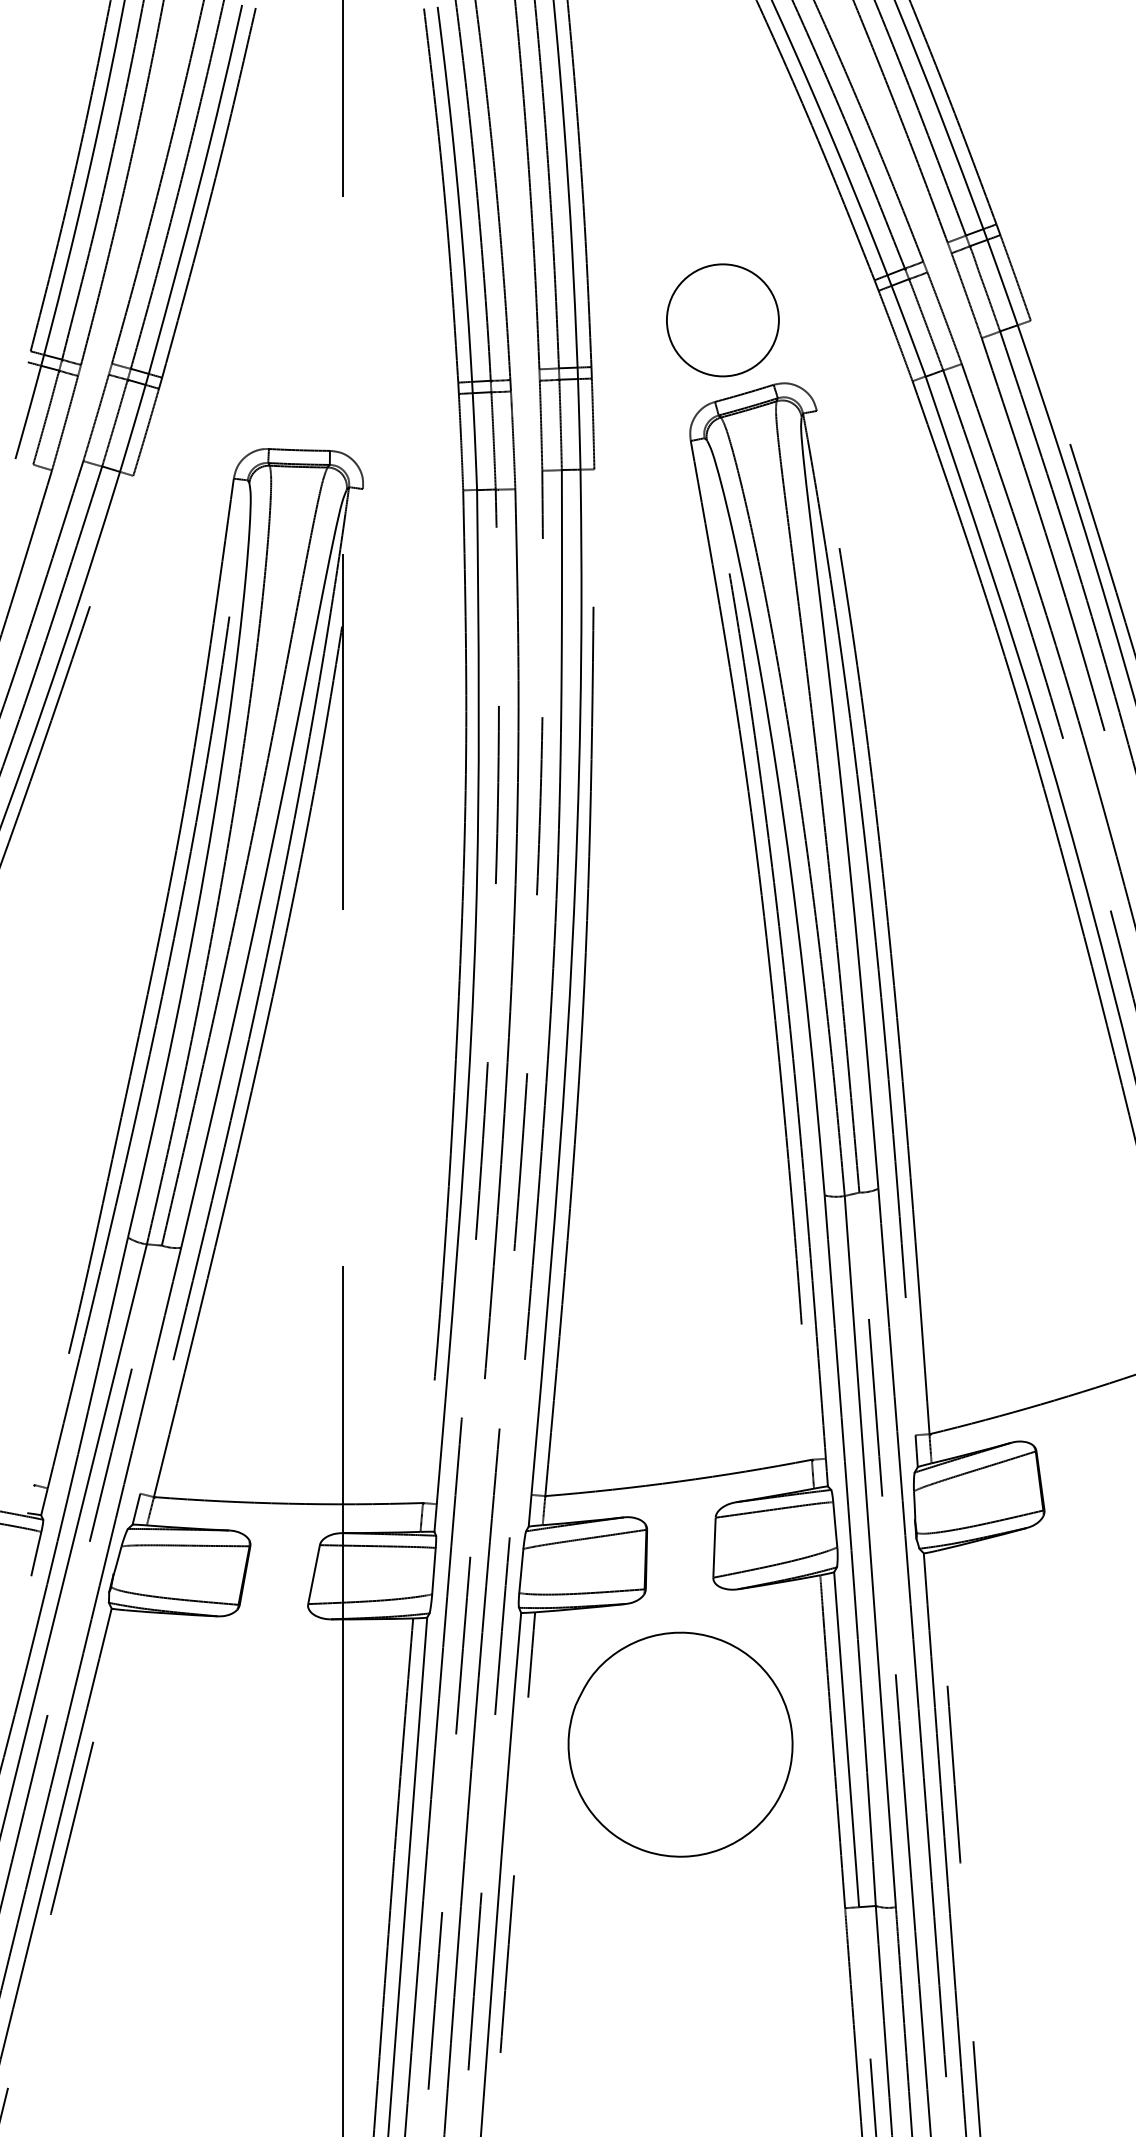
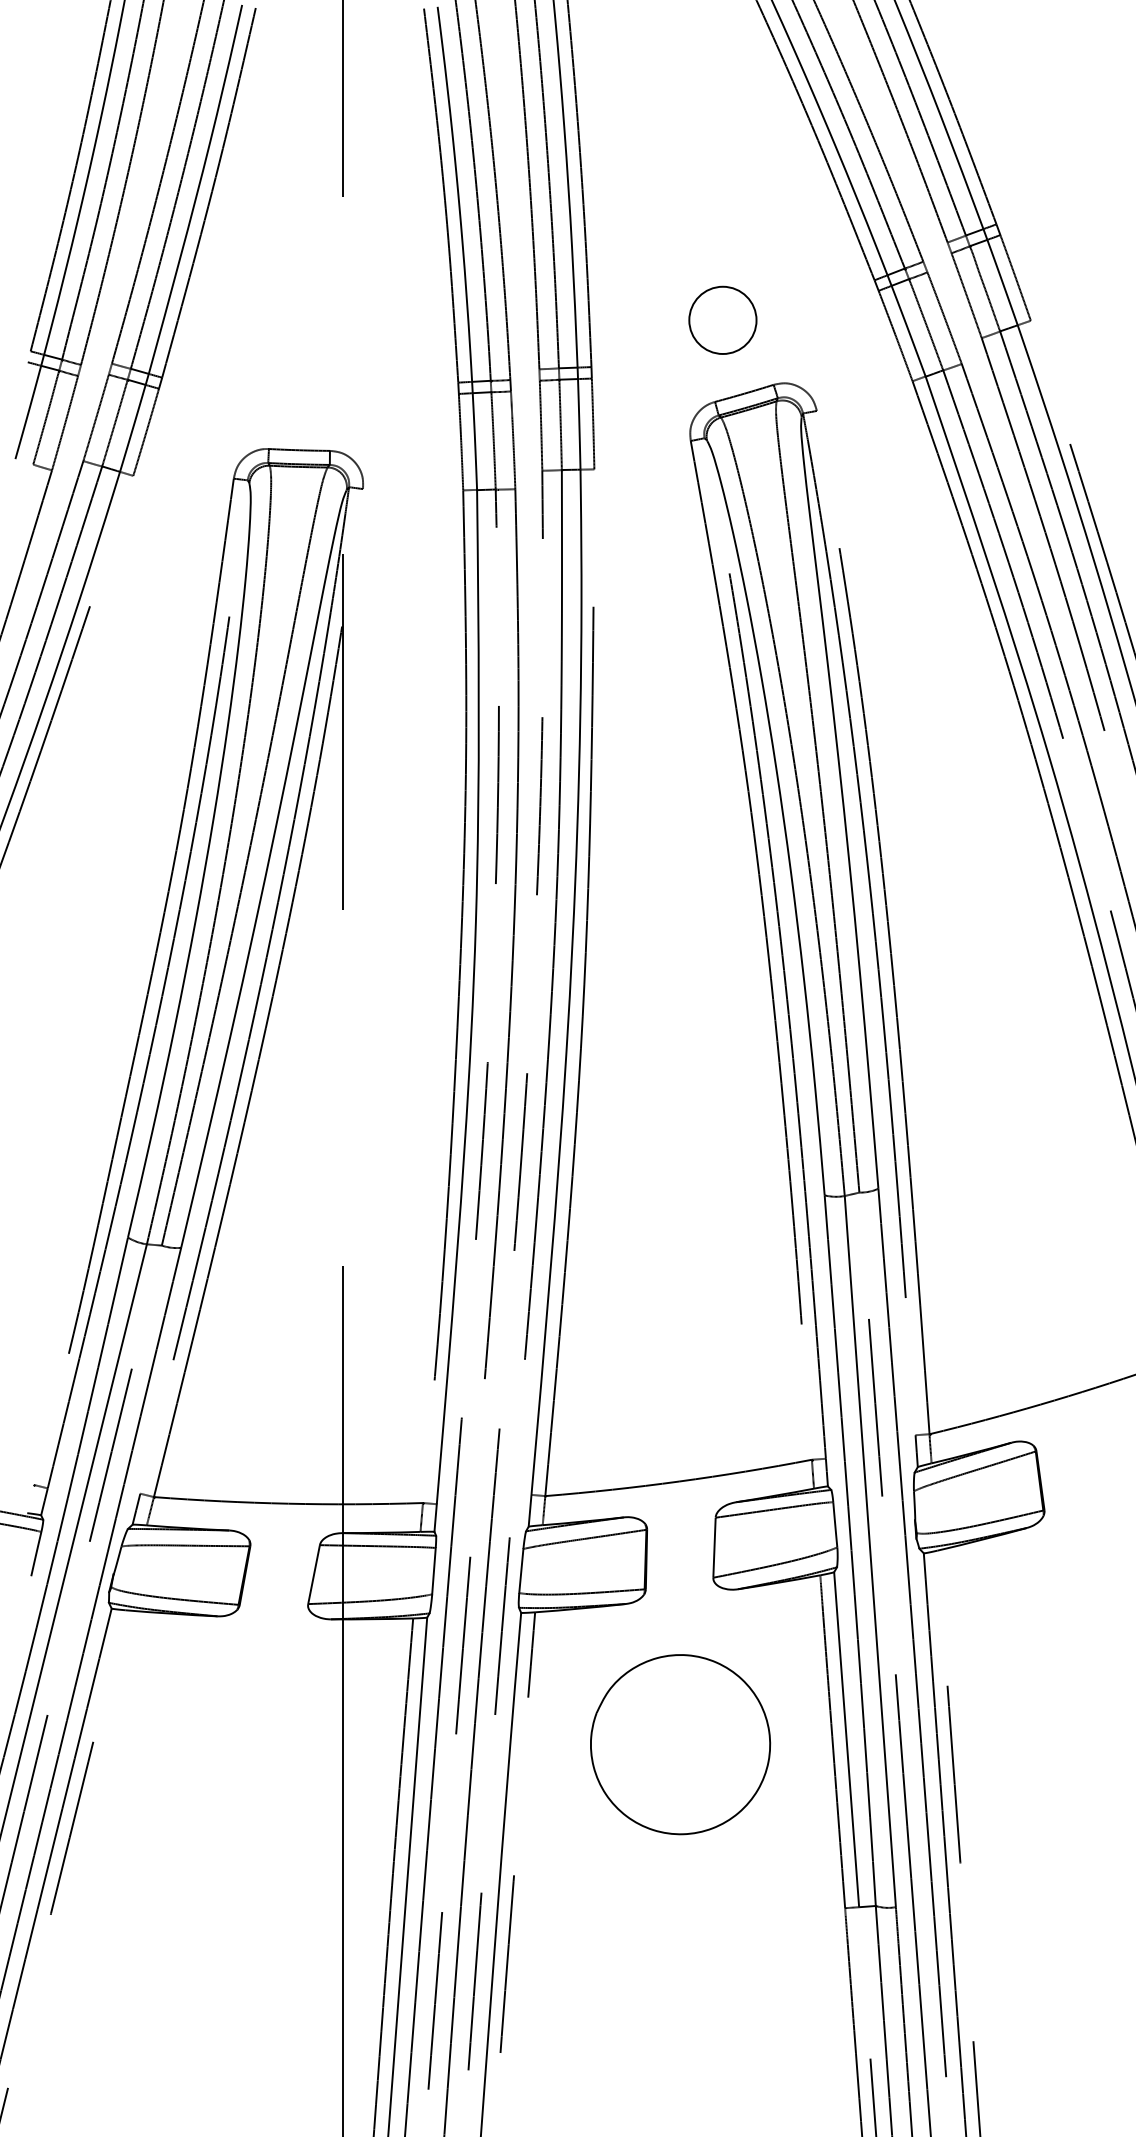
circle at (722, 320) diameter: 112 px -> 67 px
part at (680, 1744) size: 227x227 px -> 182x182 px
